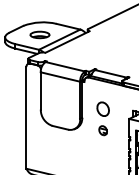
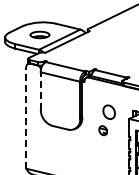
line at (40, 90): solid -> dashed
part at (102, 108) position: (102, 108) -> (108, 111)
line at (26, 117): solid -> dashed
